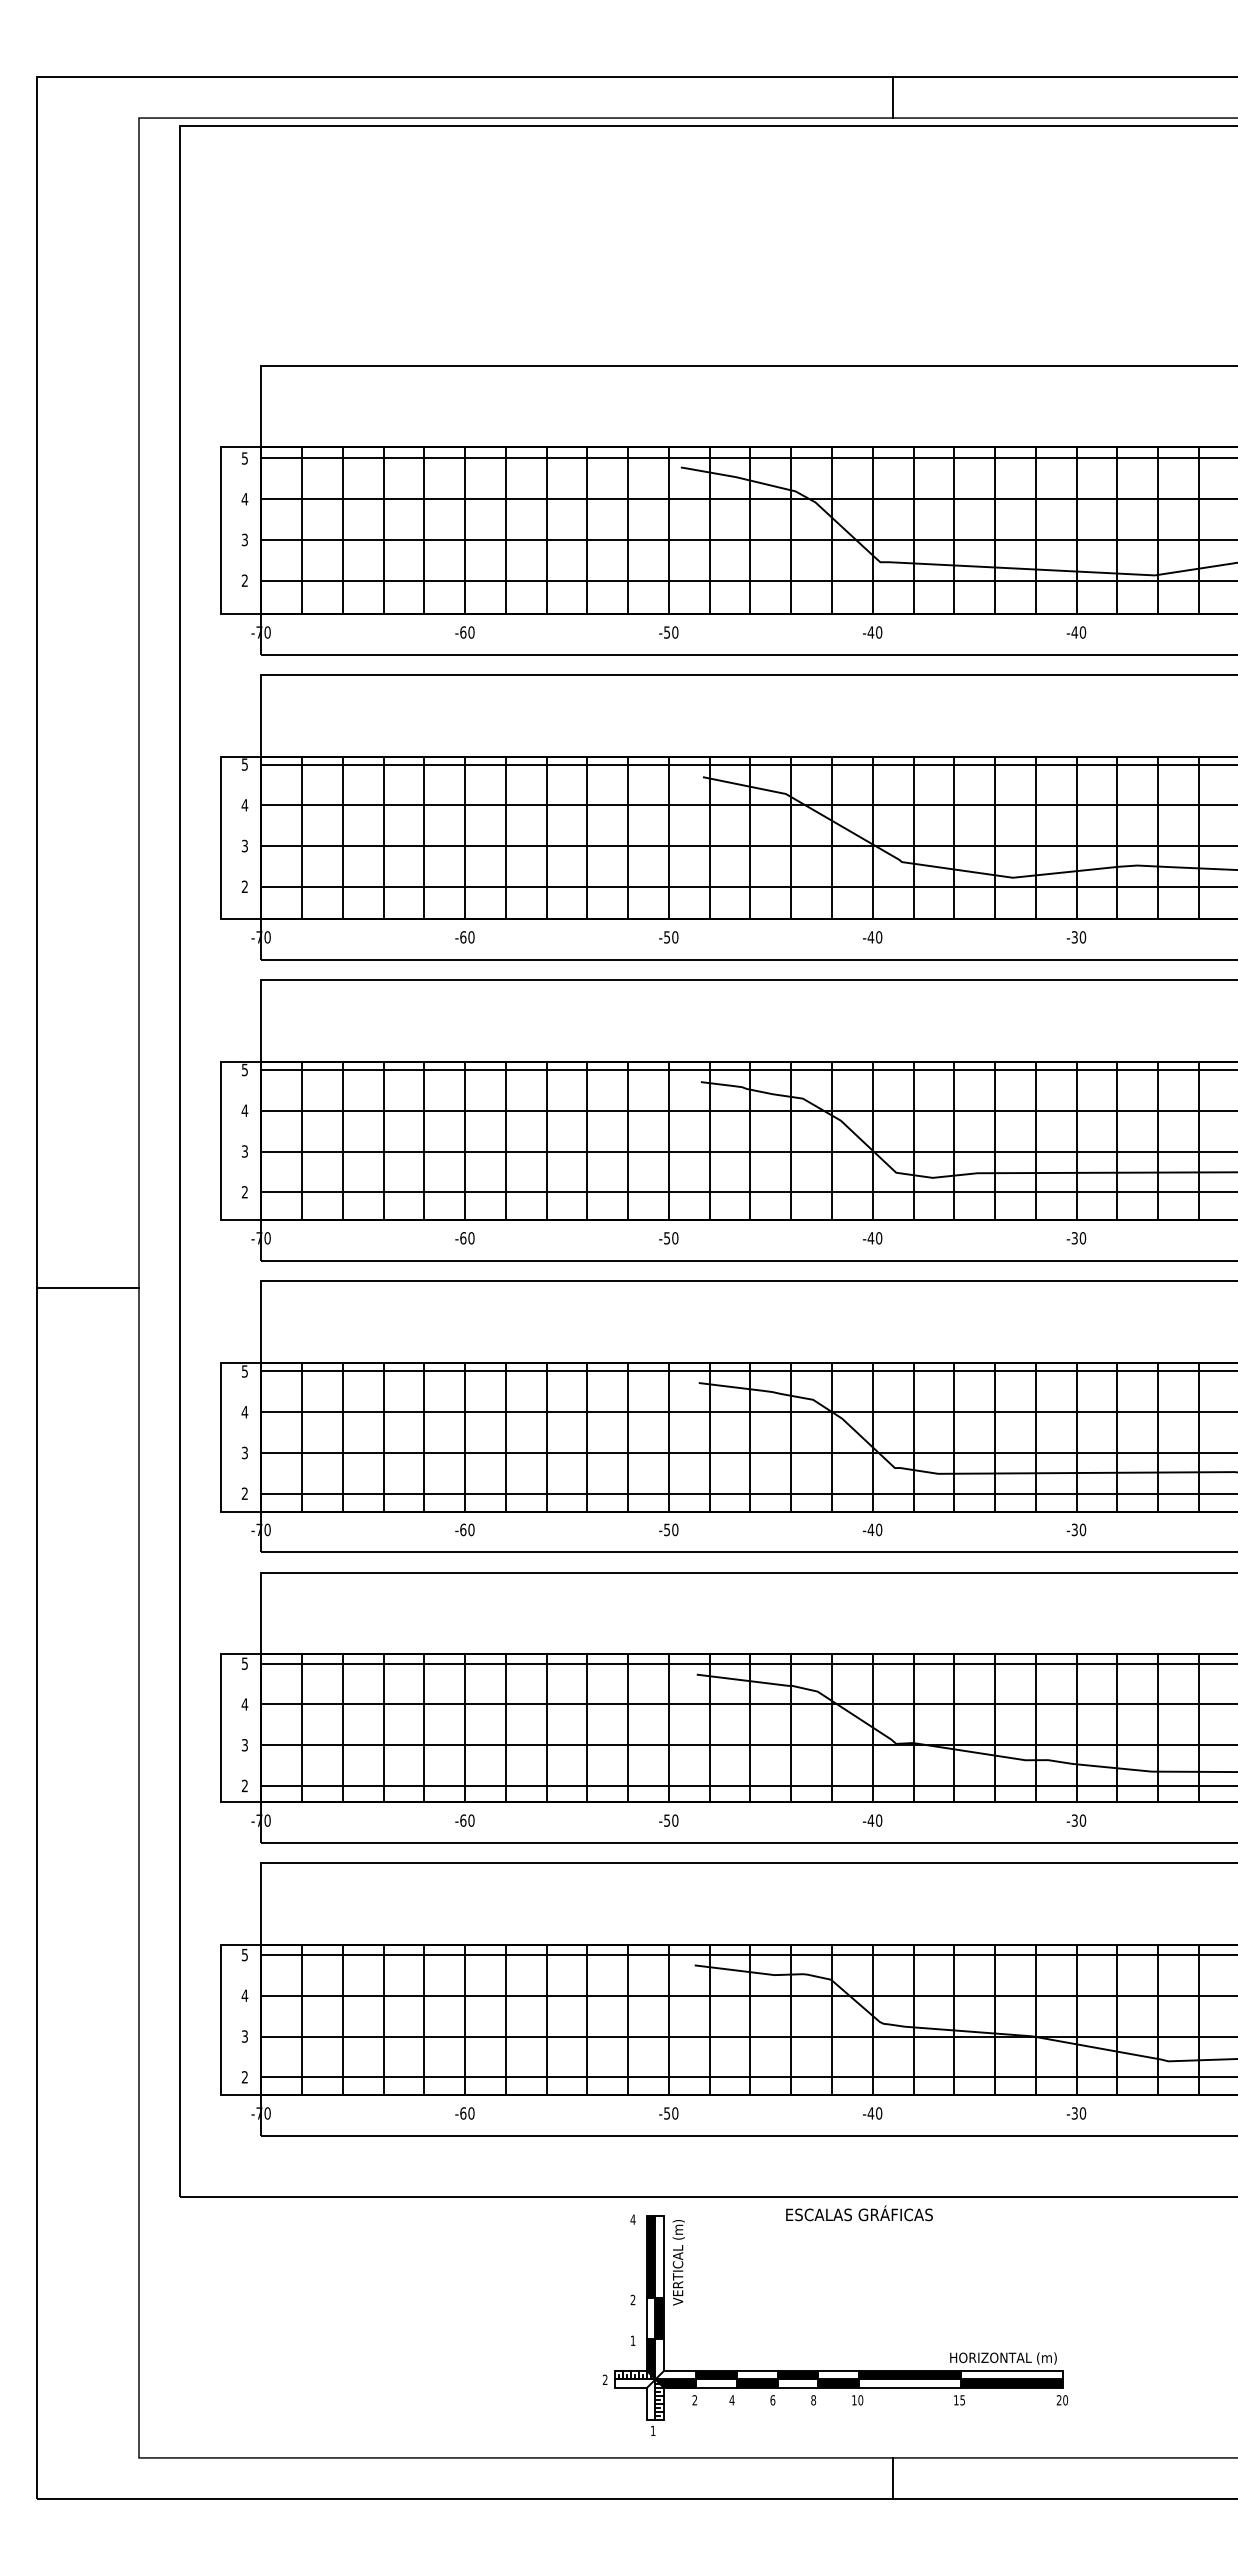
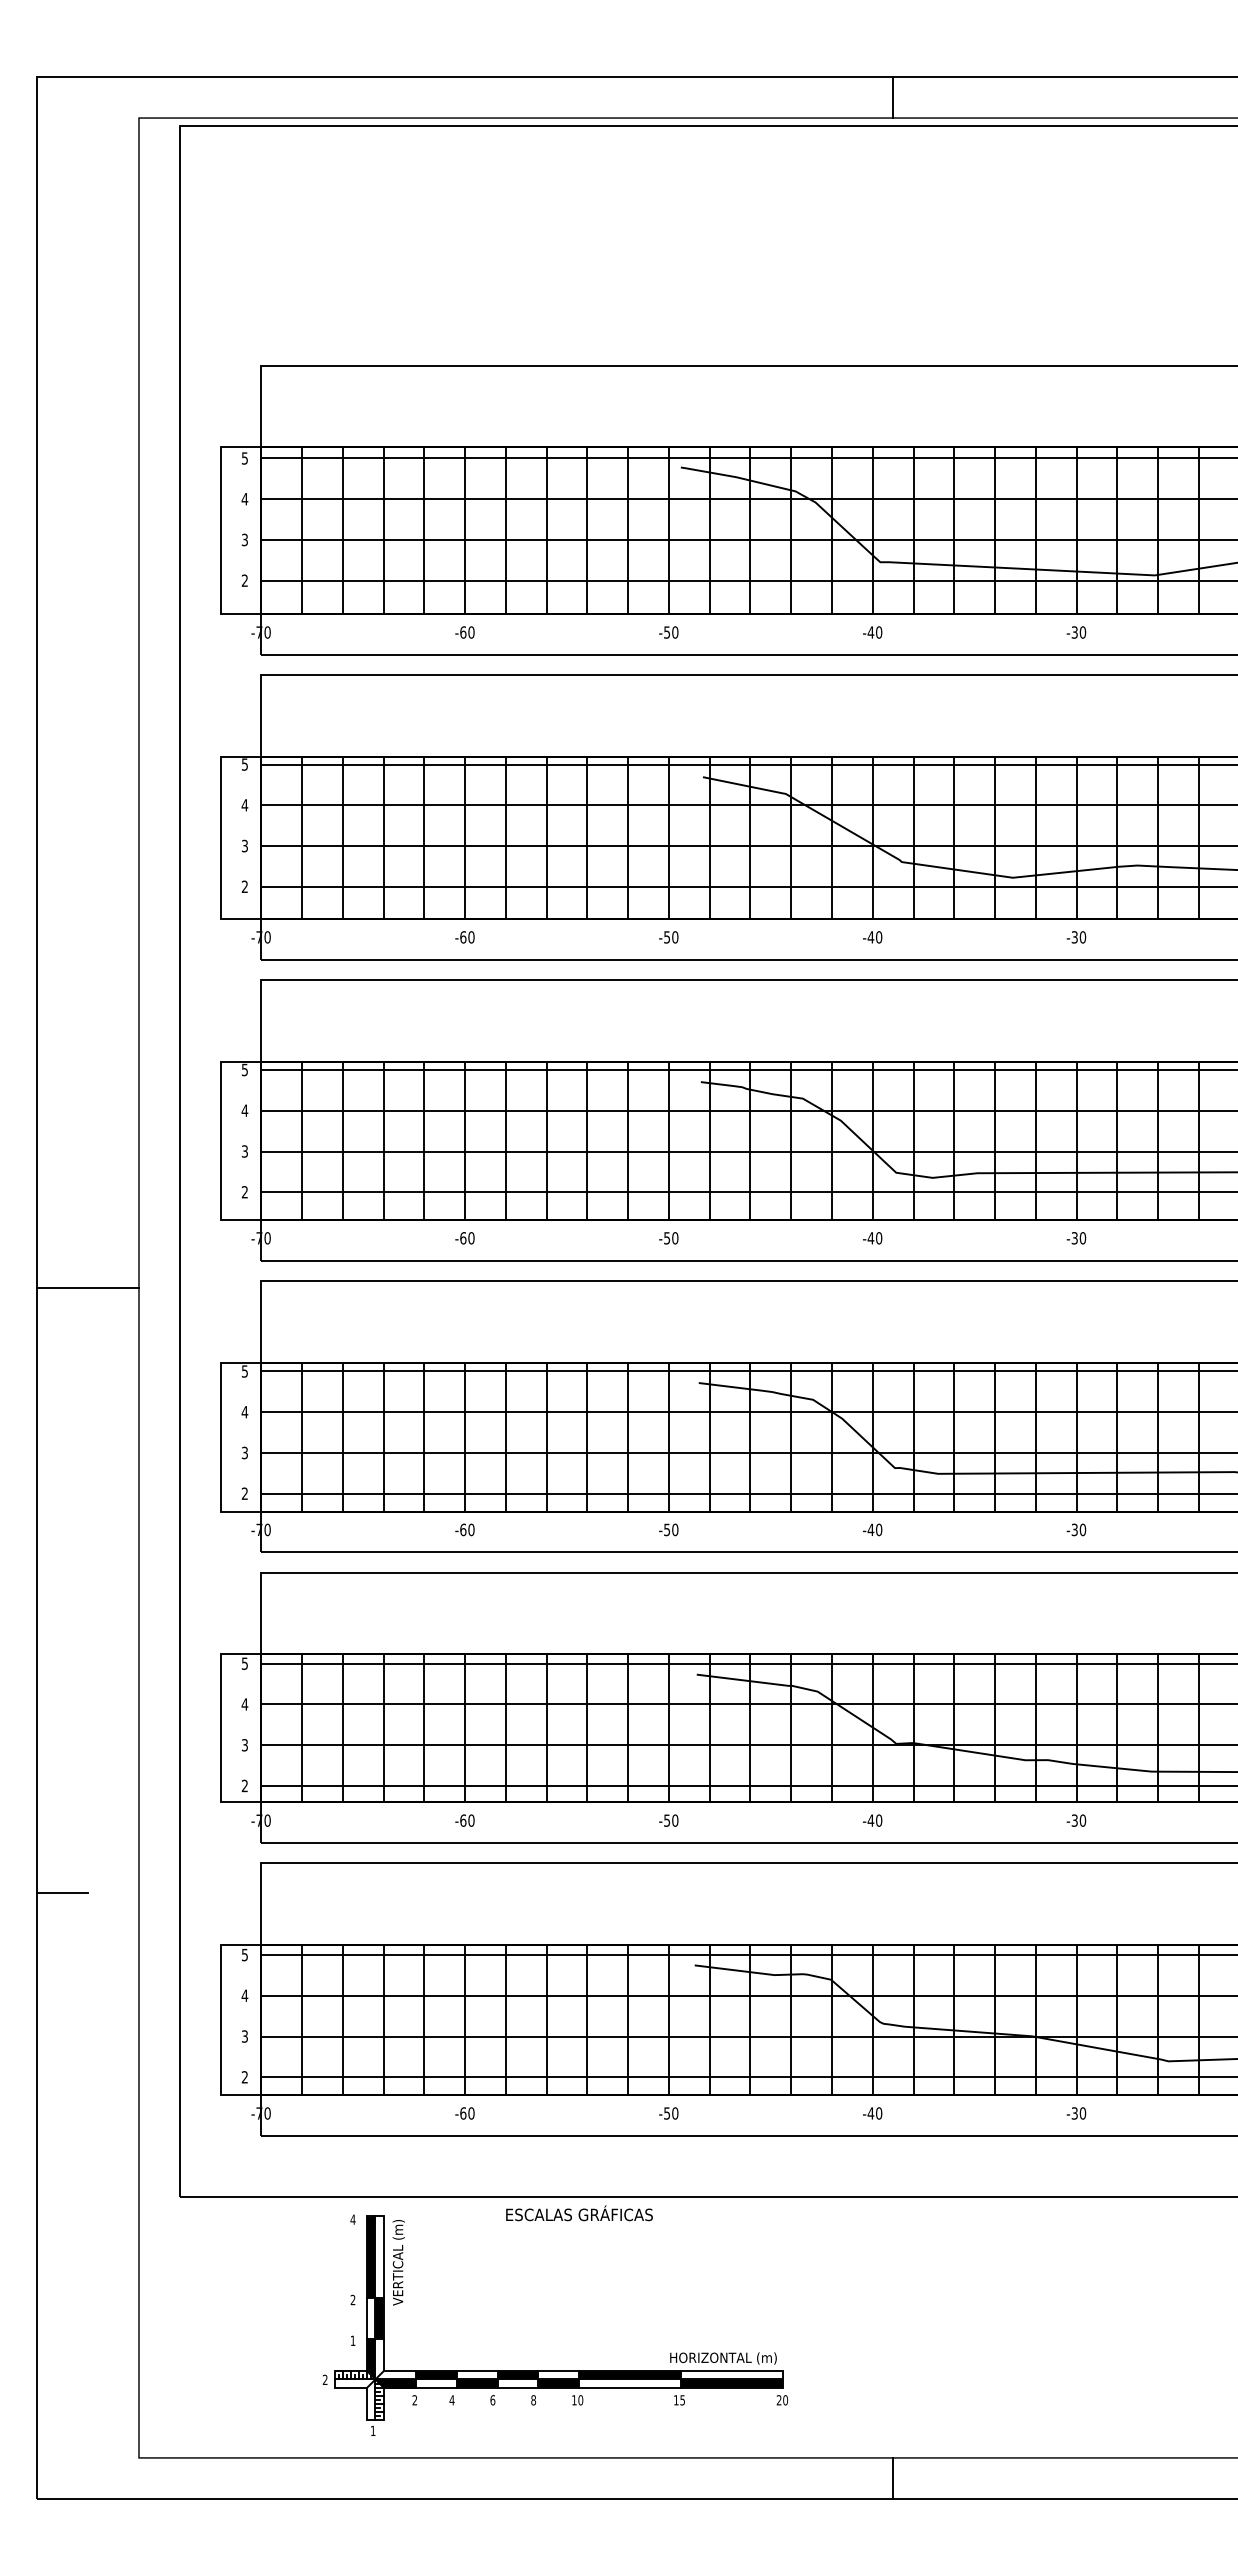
text at (1074, 632): -40 -> -30
line at (62, 1893): none -> present
part at (835, 2370) position: (835, 2370) -> (555, 2370)
